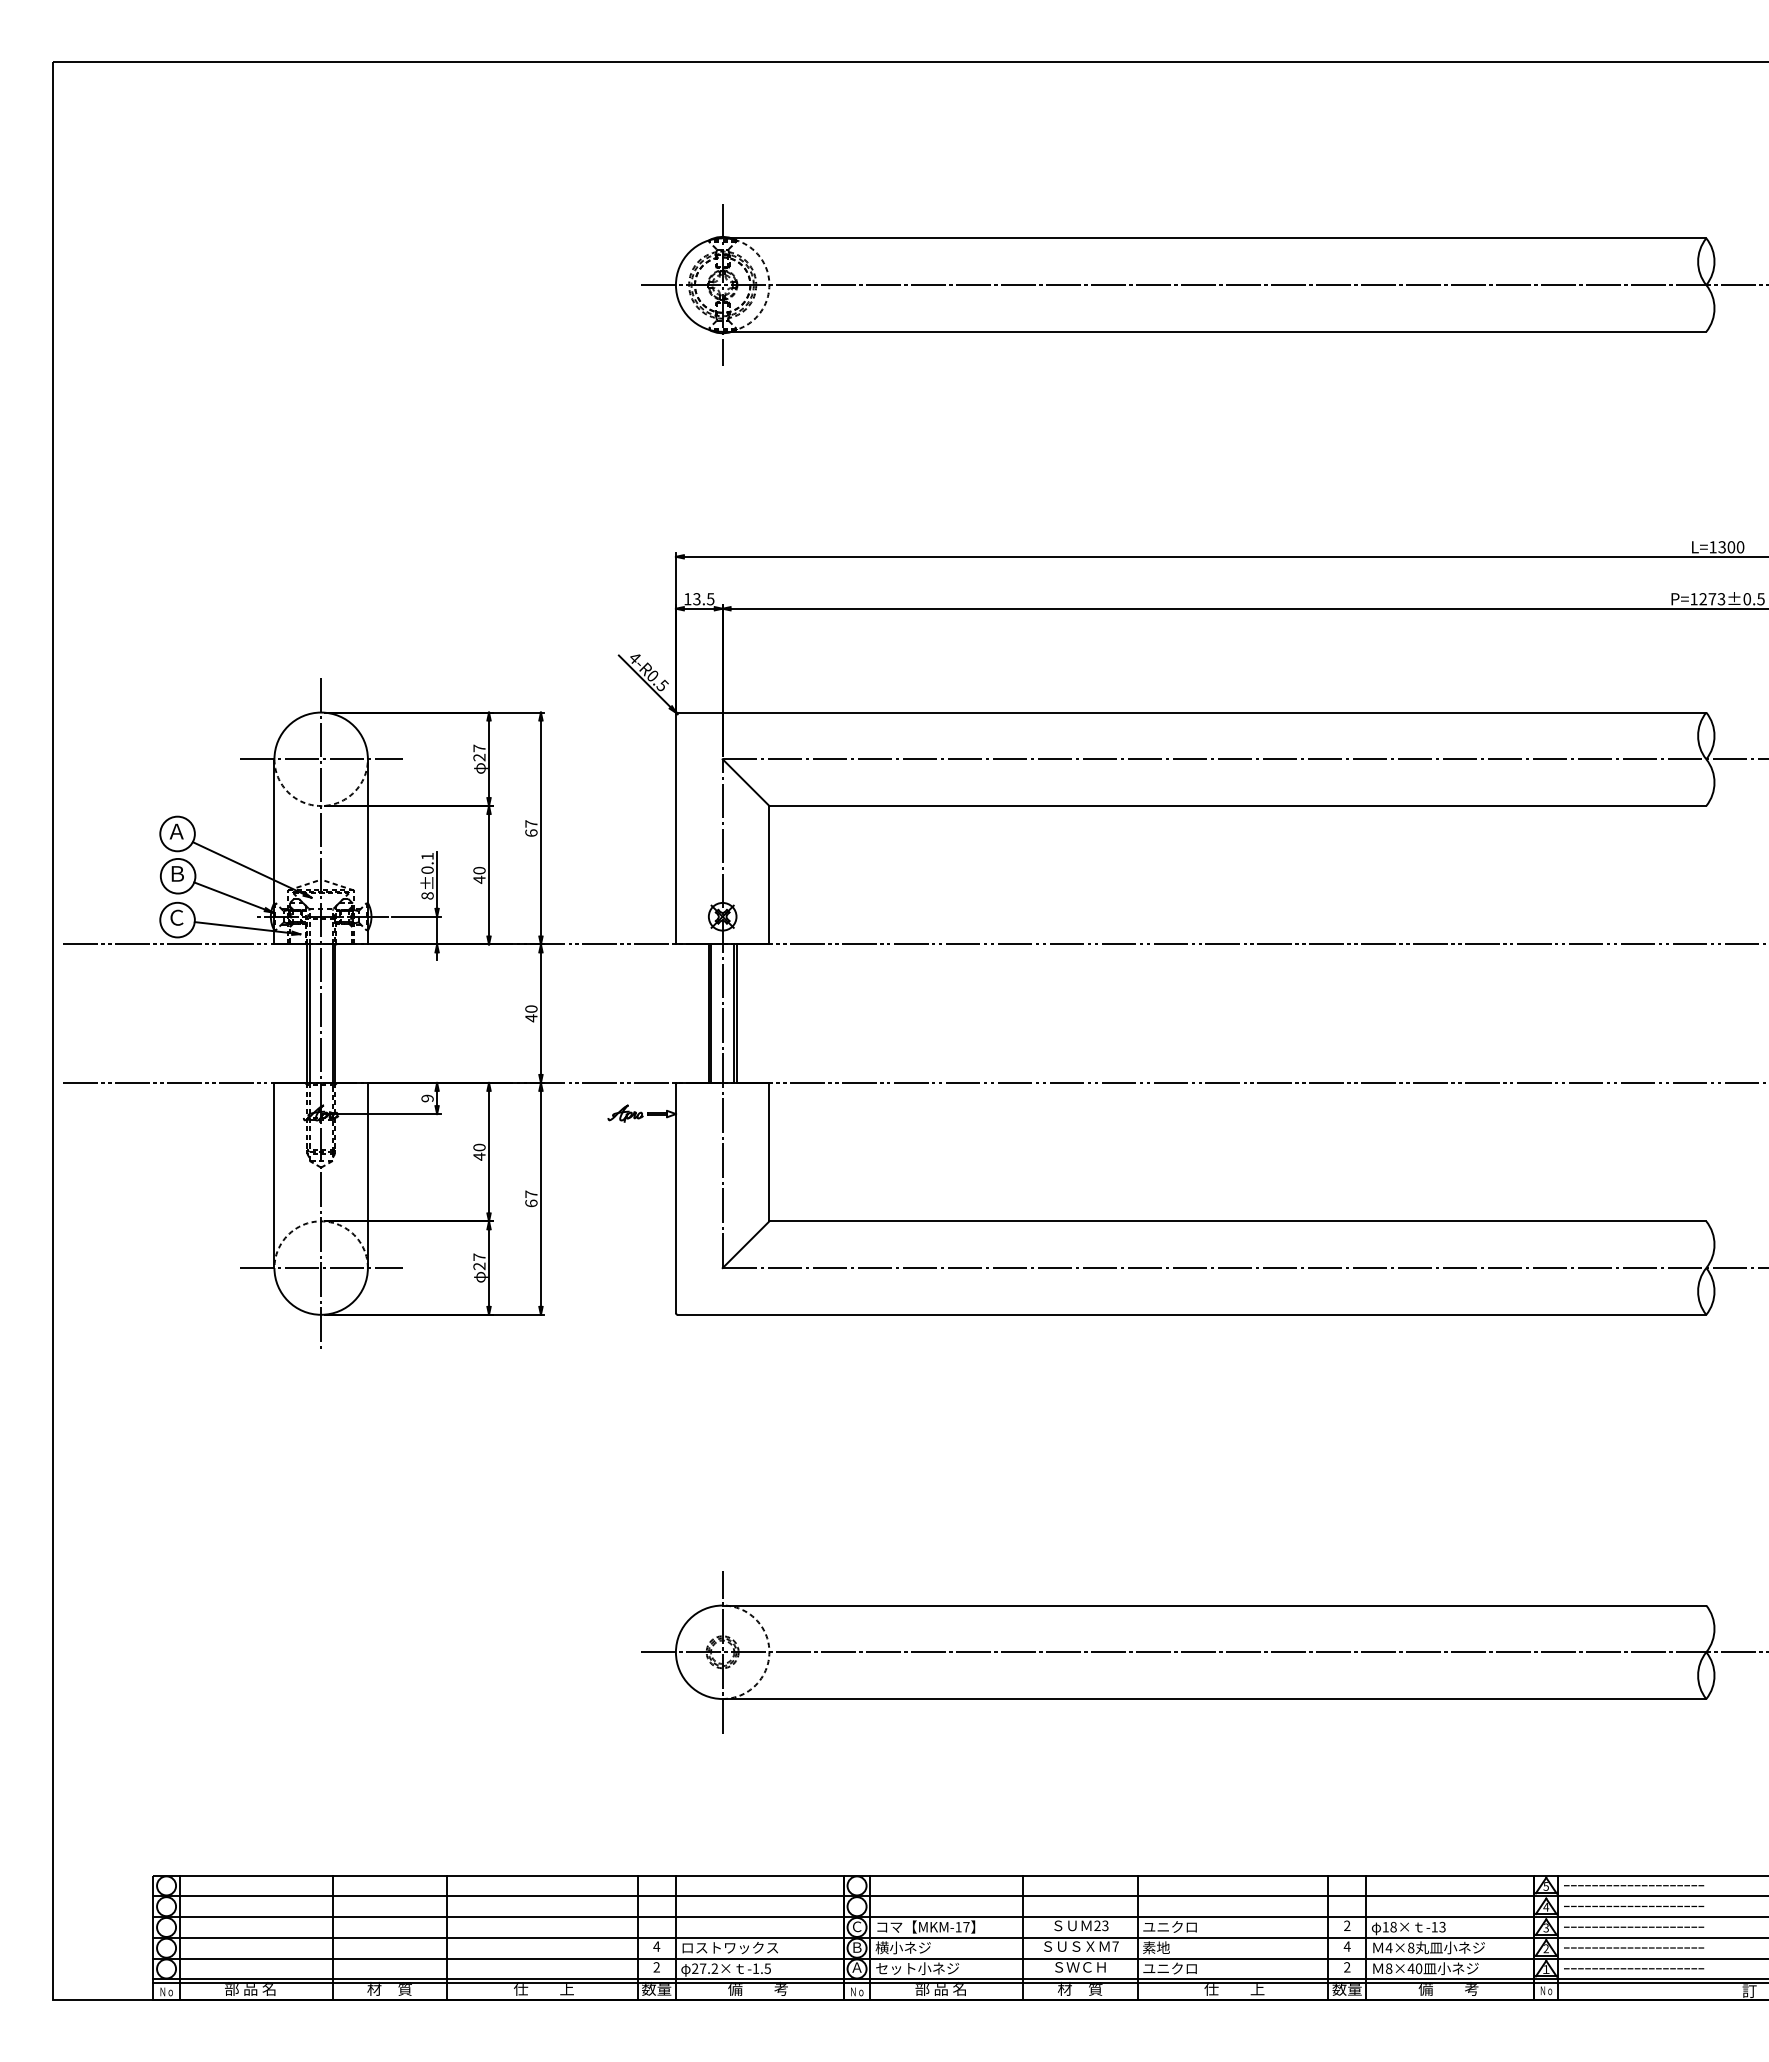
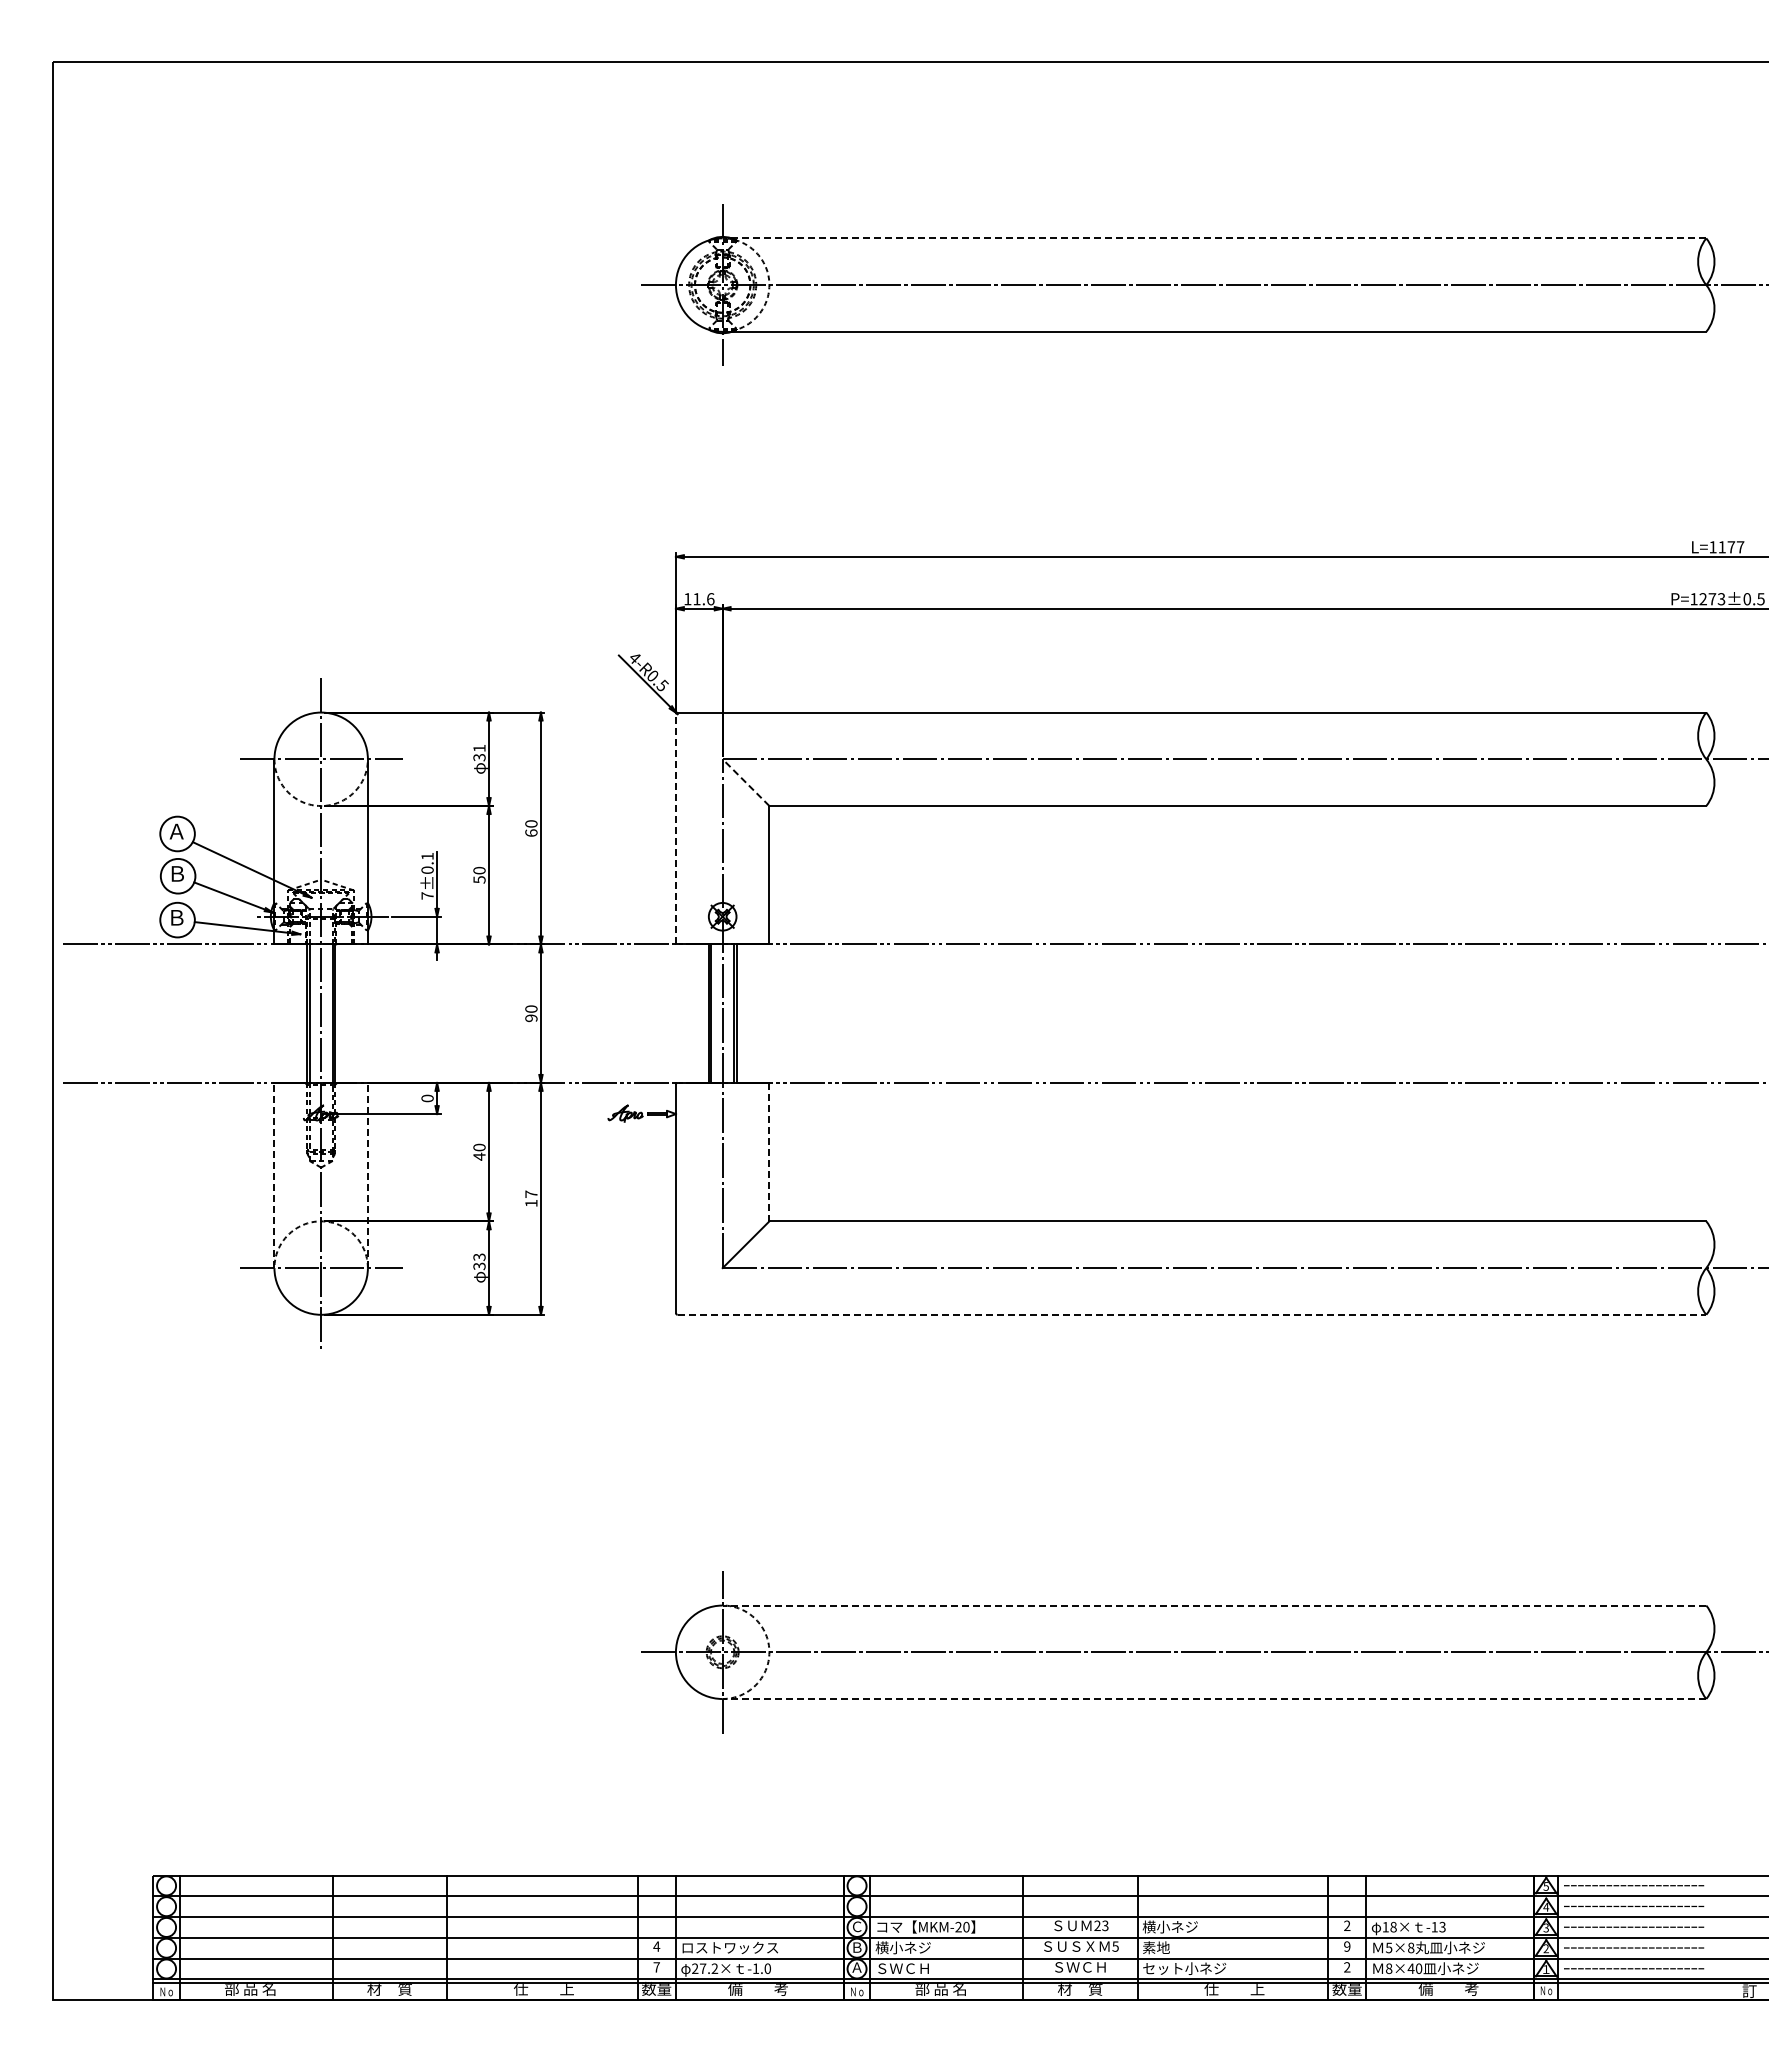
line at (1214, 238): solid -> dashed
text at (1731, 547): L=1300 -> L=1177
text at (703, 599): 13.5 -> 11.6
text at (479, 752): 27 -> 31
line at (745, 782): solid -> dashed
text at (531, 823): 67 -> 60
line at (675, 828): solid -> dashed
text at (479, 879): 40 -> 50
text at (427, 895): 8±0.1 -> 7±0.1
text at (176, 917): Ｃ -> Ｂ
text at (531, 1018): 40 -> 90
text at (427, 1098): 9 -> 0
line at (769, 1152): solid -> dashed
line at (274, 1175): solid -> dashed
line at (367, 1175): solid -> dashed
text at (531, 1203): 67 -> 17
text at (479, 1261): 27 -> 33
line at (1192, 1314): solid -> dashed
line at (1214, 1605): solid -> dashed
line at (1214, 1699): solid -> dashed
text at (962, 1926): MKM-17 -> MKM-20
text at (1169, 1926): ユニクロ -> 横小ネジ
text at (1115, 1946): 7 -> 5
text at (1346, 1946): 4 -> 9
text at (1388, 1947): 4×8 -> 5×8
text at (656, 1967): 2 -> 7
text at (767, 1968): -1.5 -> -1.0
text at (917, 1968): セット小ネジ -> ＳＷＣＨ
text at (1184, 1968): ユニクロ -> セット小ネジ
